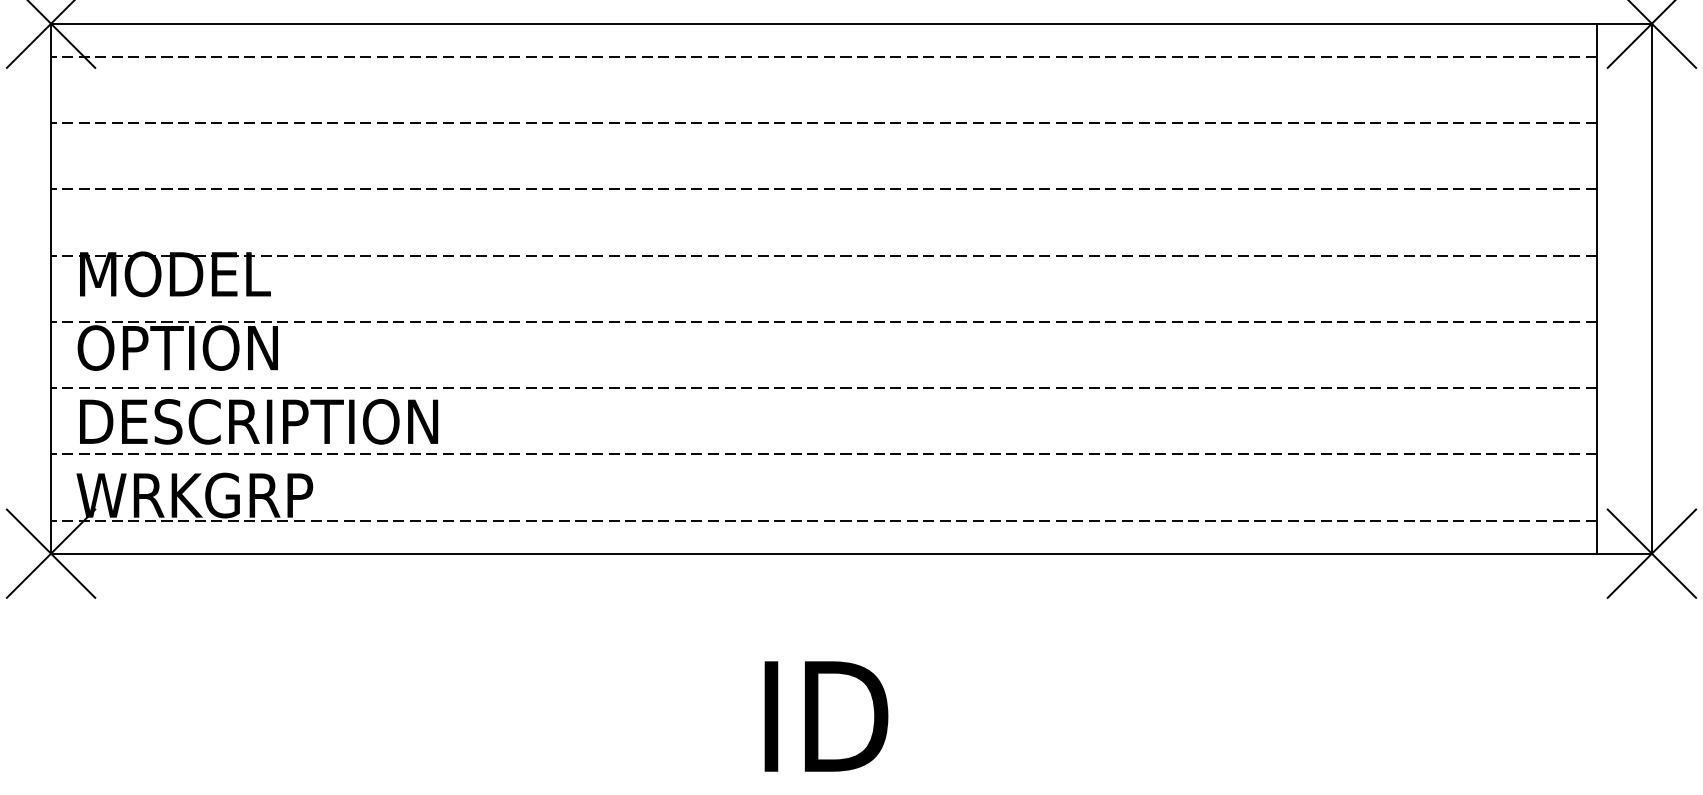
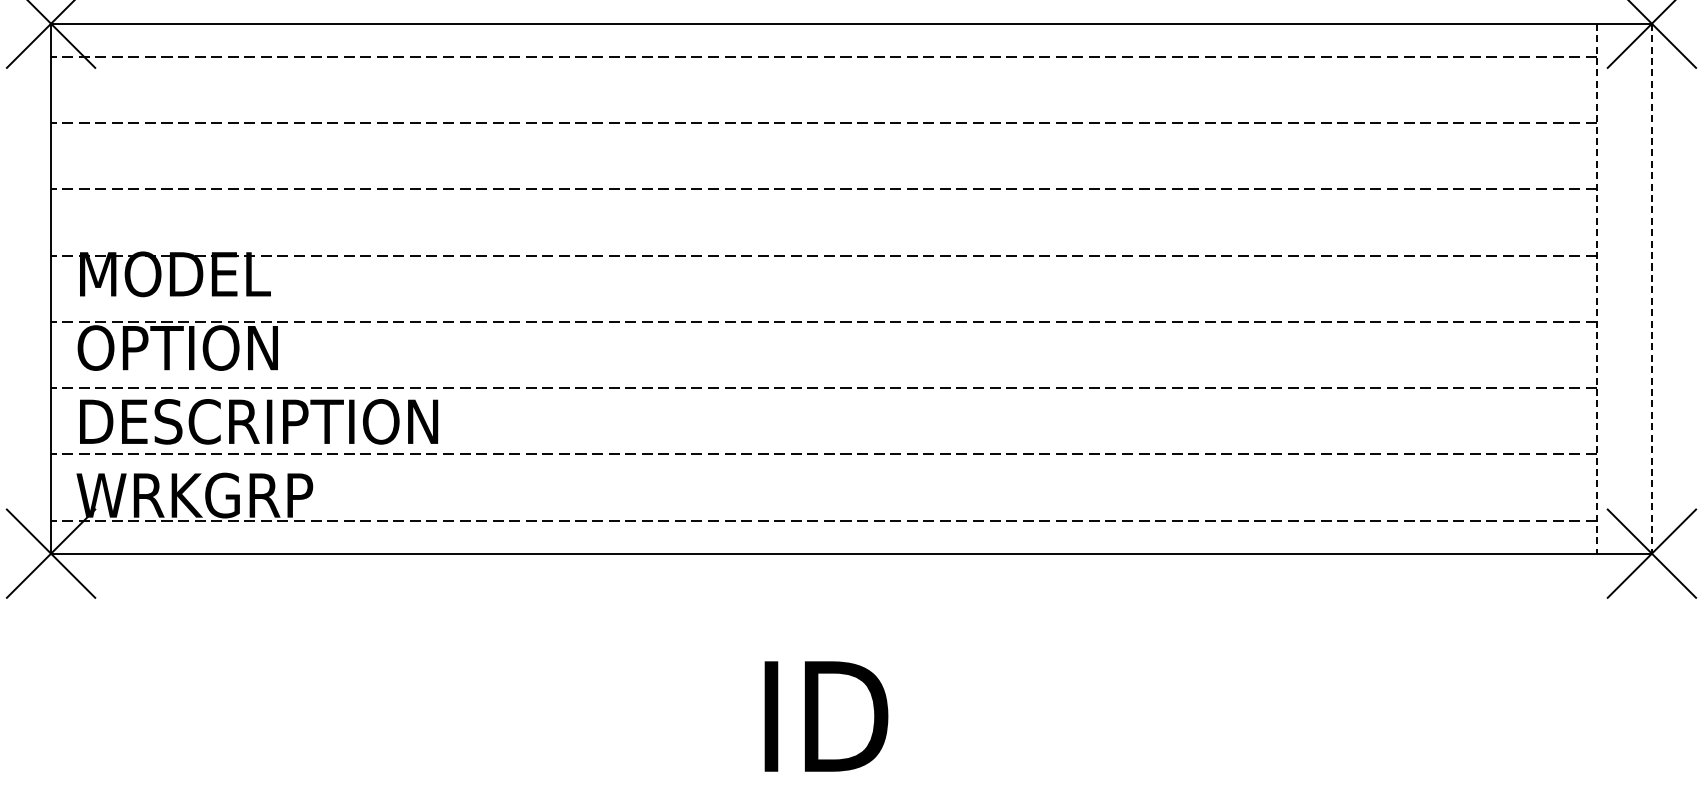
line at (1596, 288): solid -> dashed
line at (1651, 288): solid -> dashed
